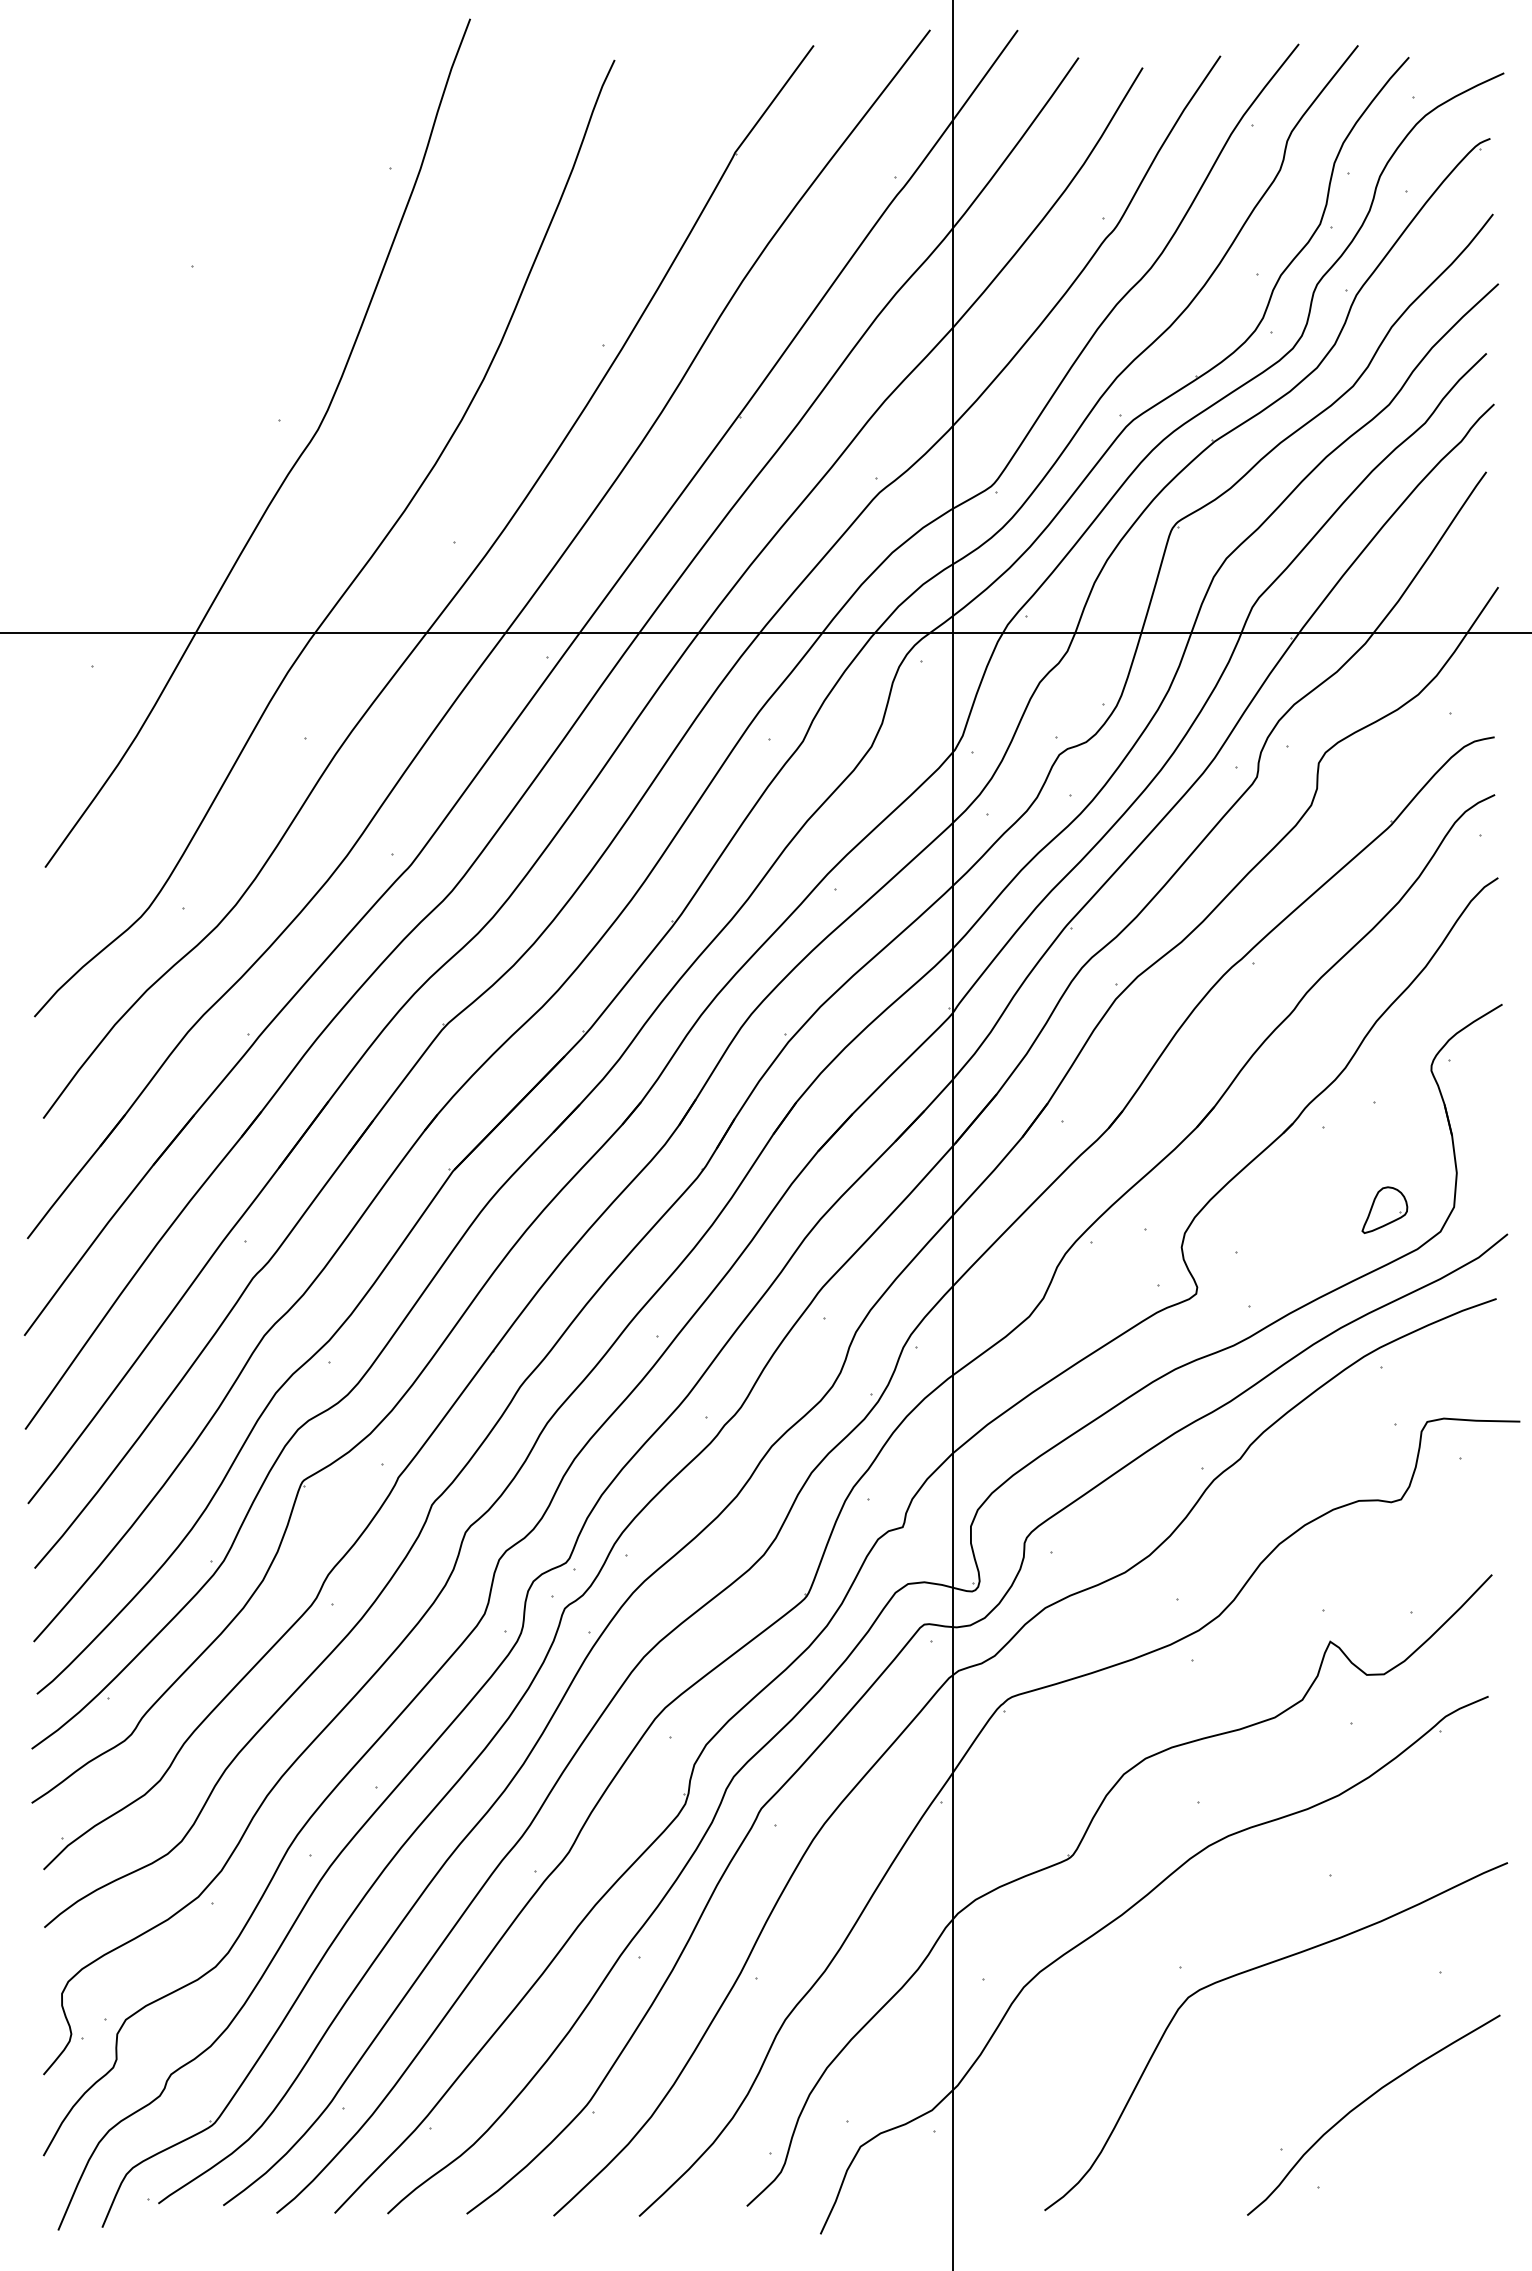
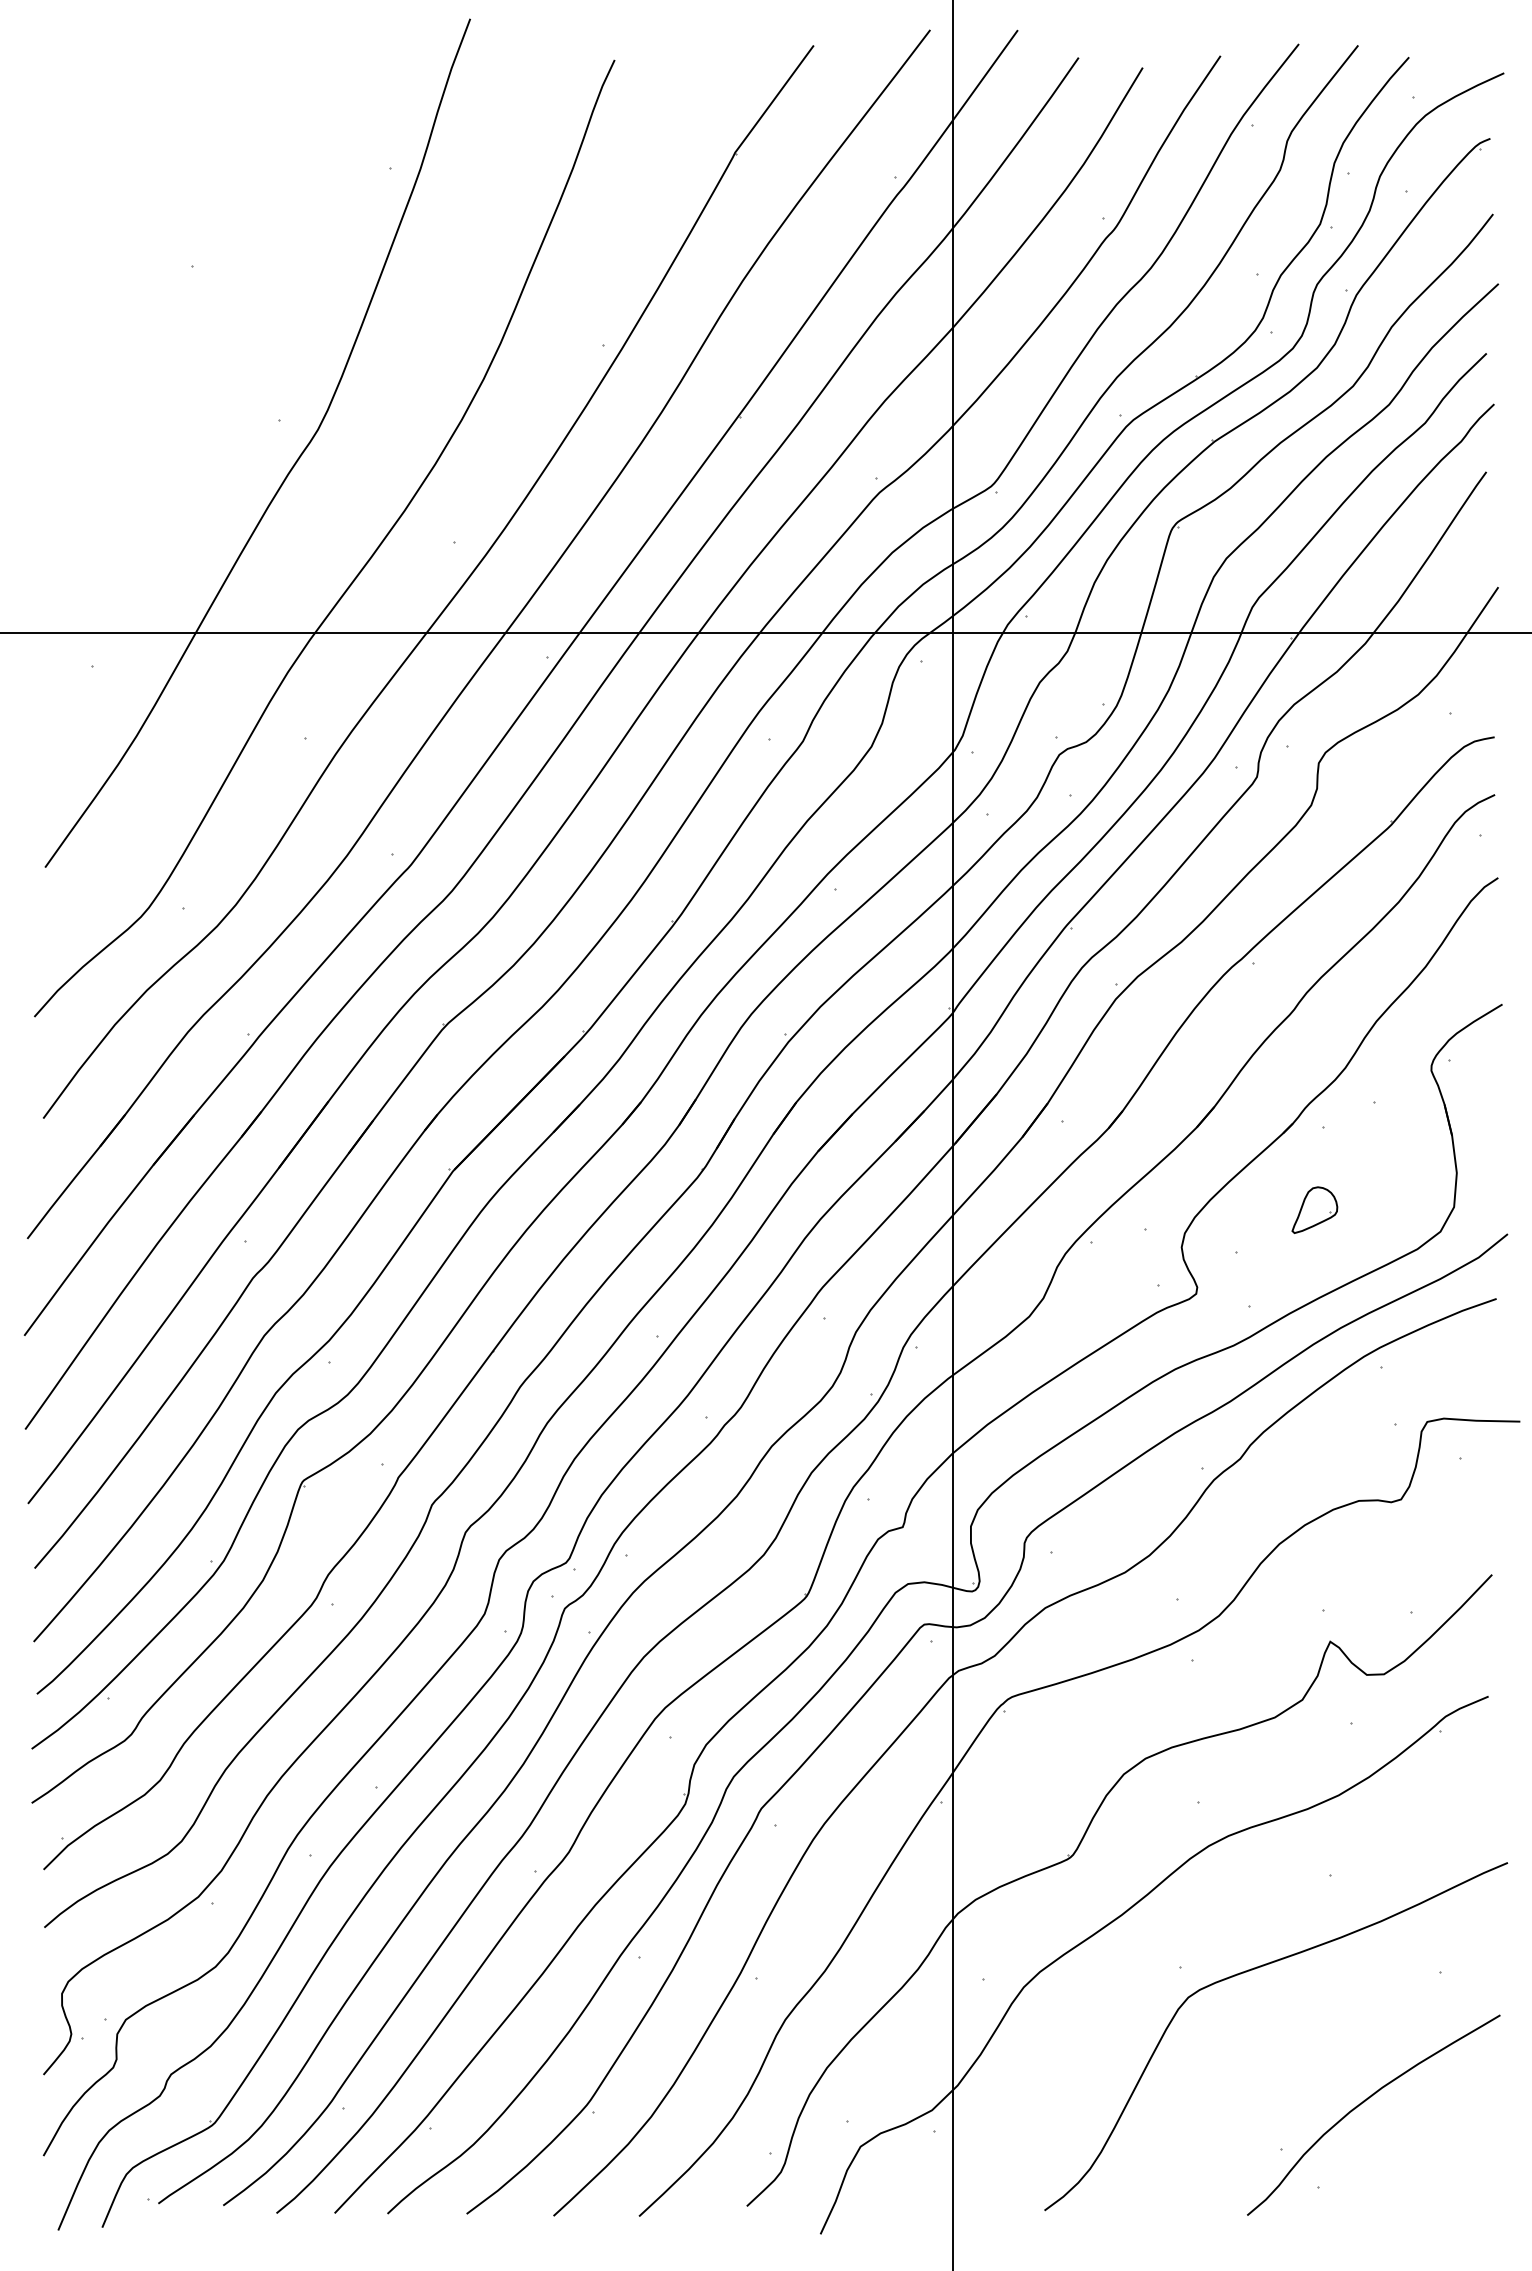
part at (1384, 1209) position: (1384, 1209) -> (1314, 1209)
